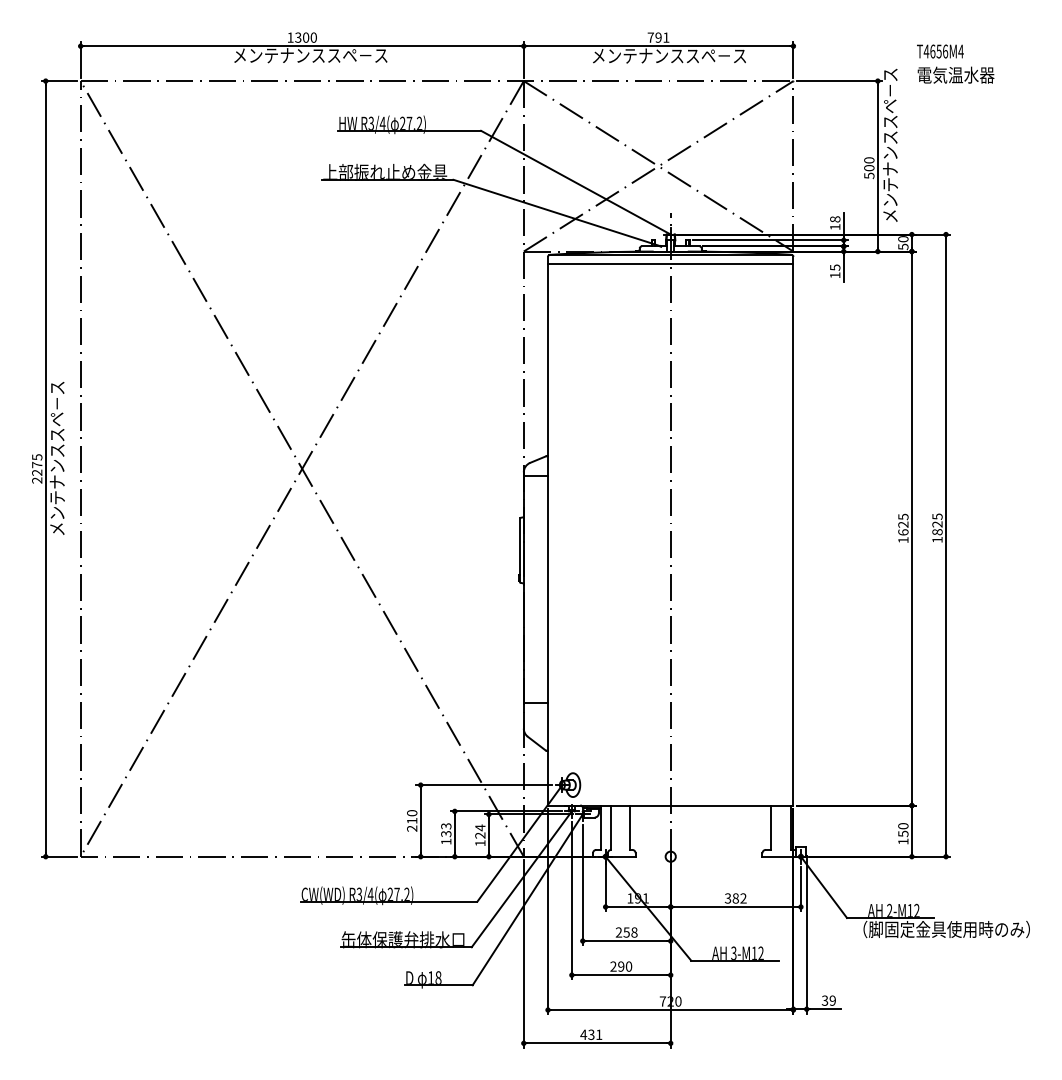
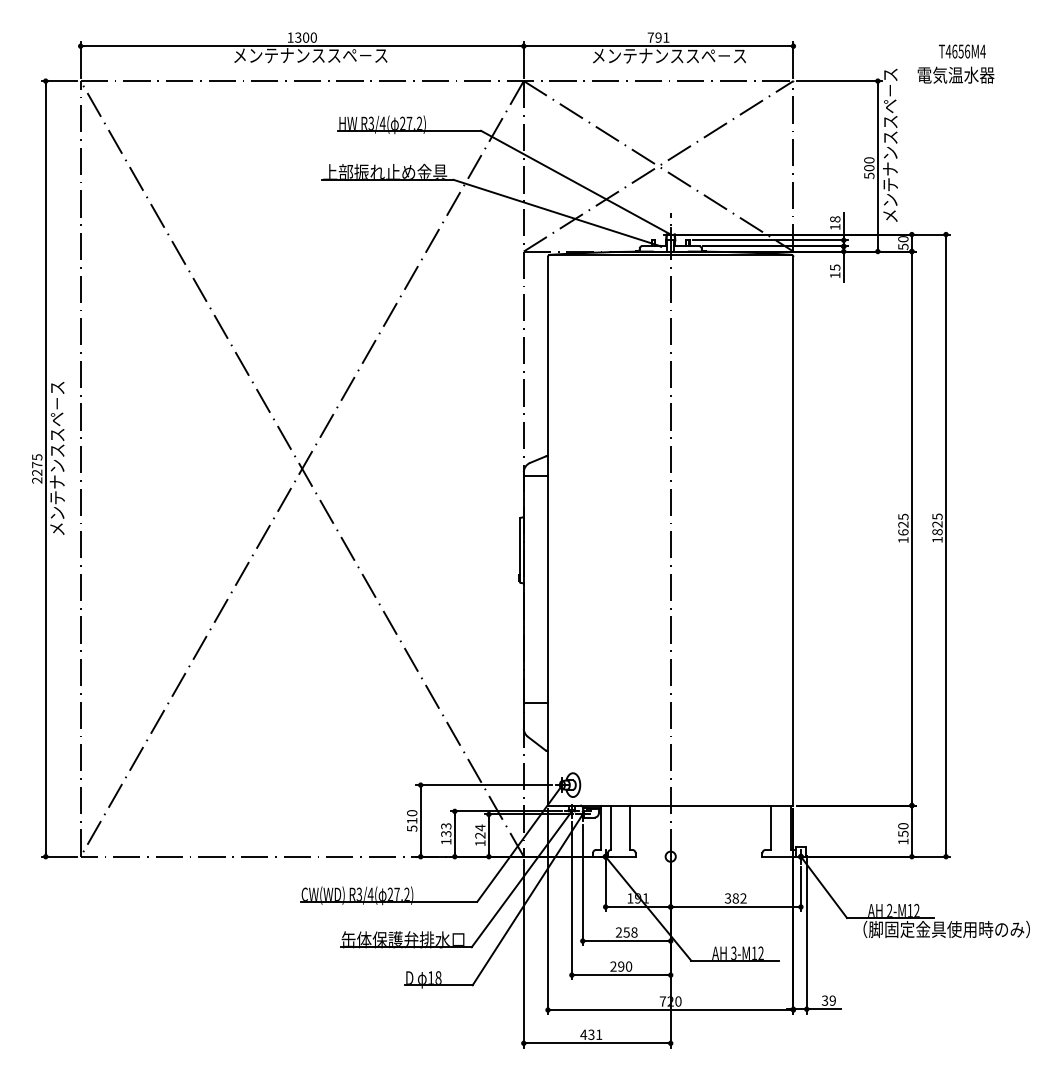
text at (940, 51) position: (940, 51) -> (962, 51)
line at (670, 263): present -> none
text at (412, 828): 210 -> 510
